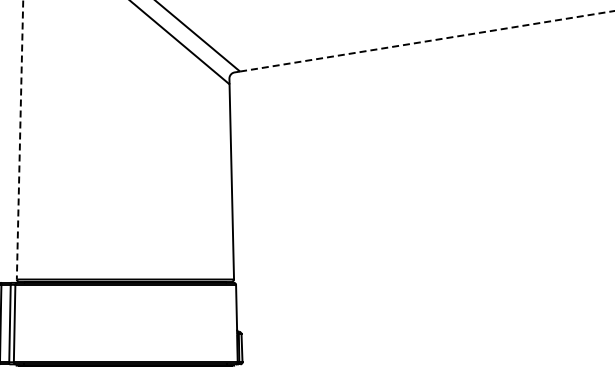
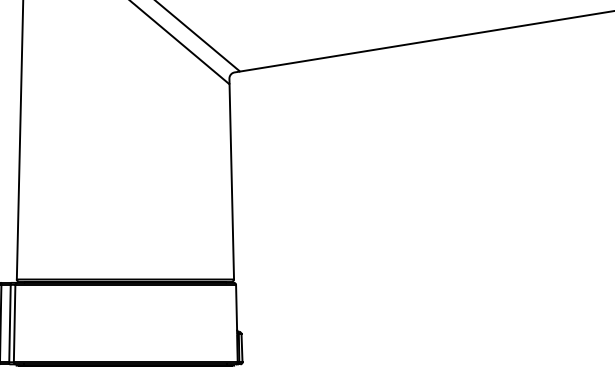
line at (427, 41): dashed -> solid
line at (20, 139): dashed -> solid
